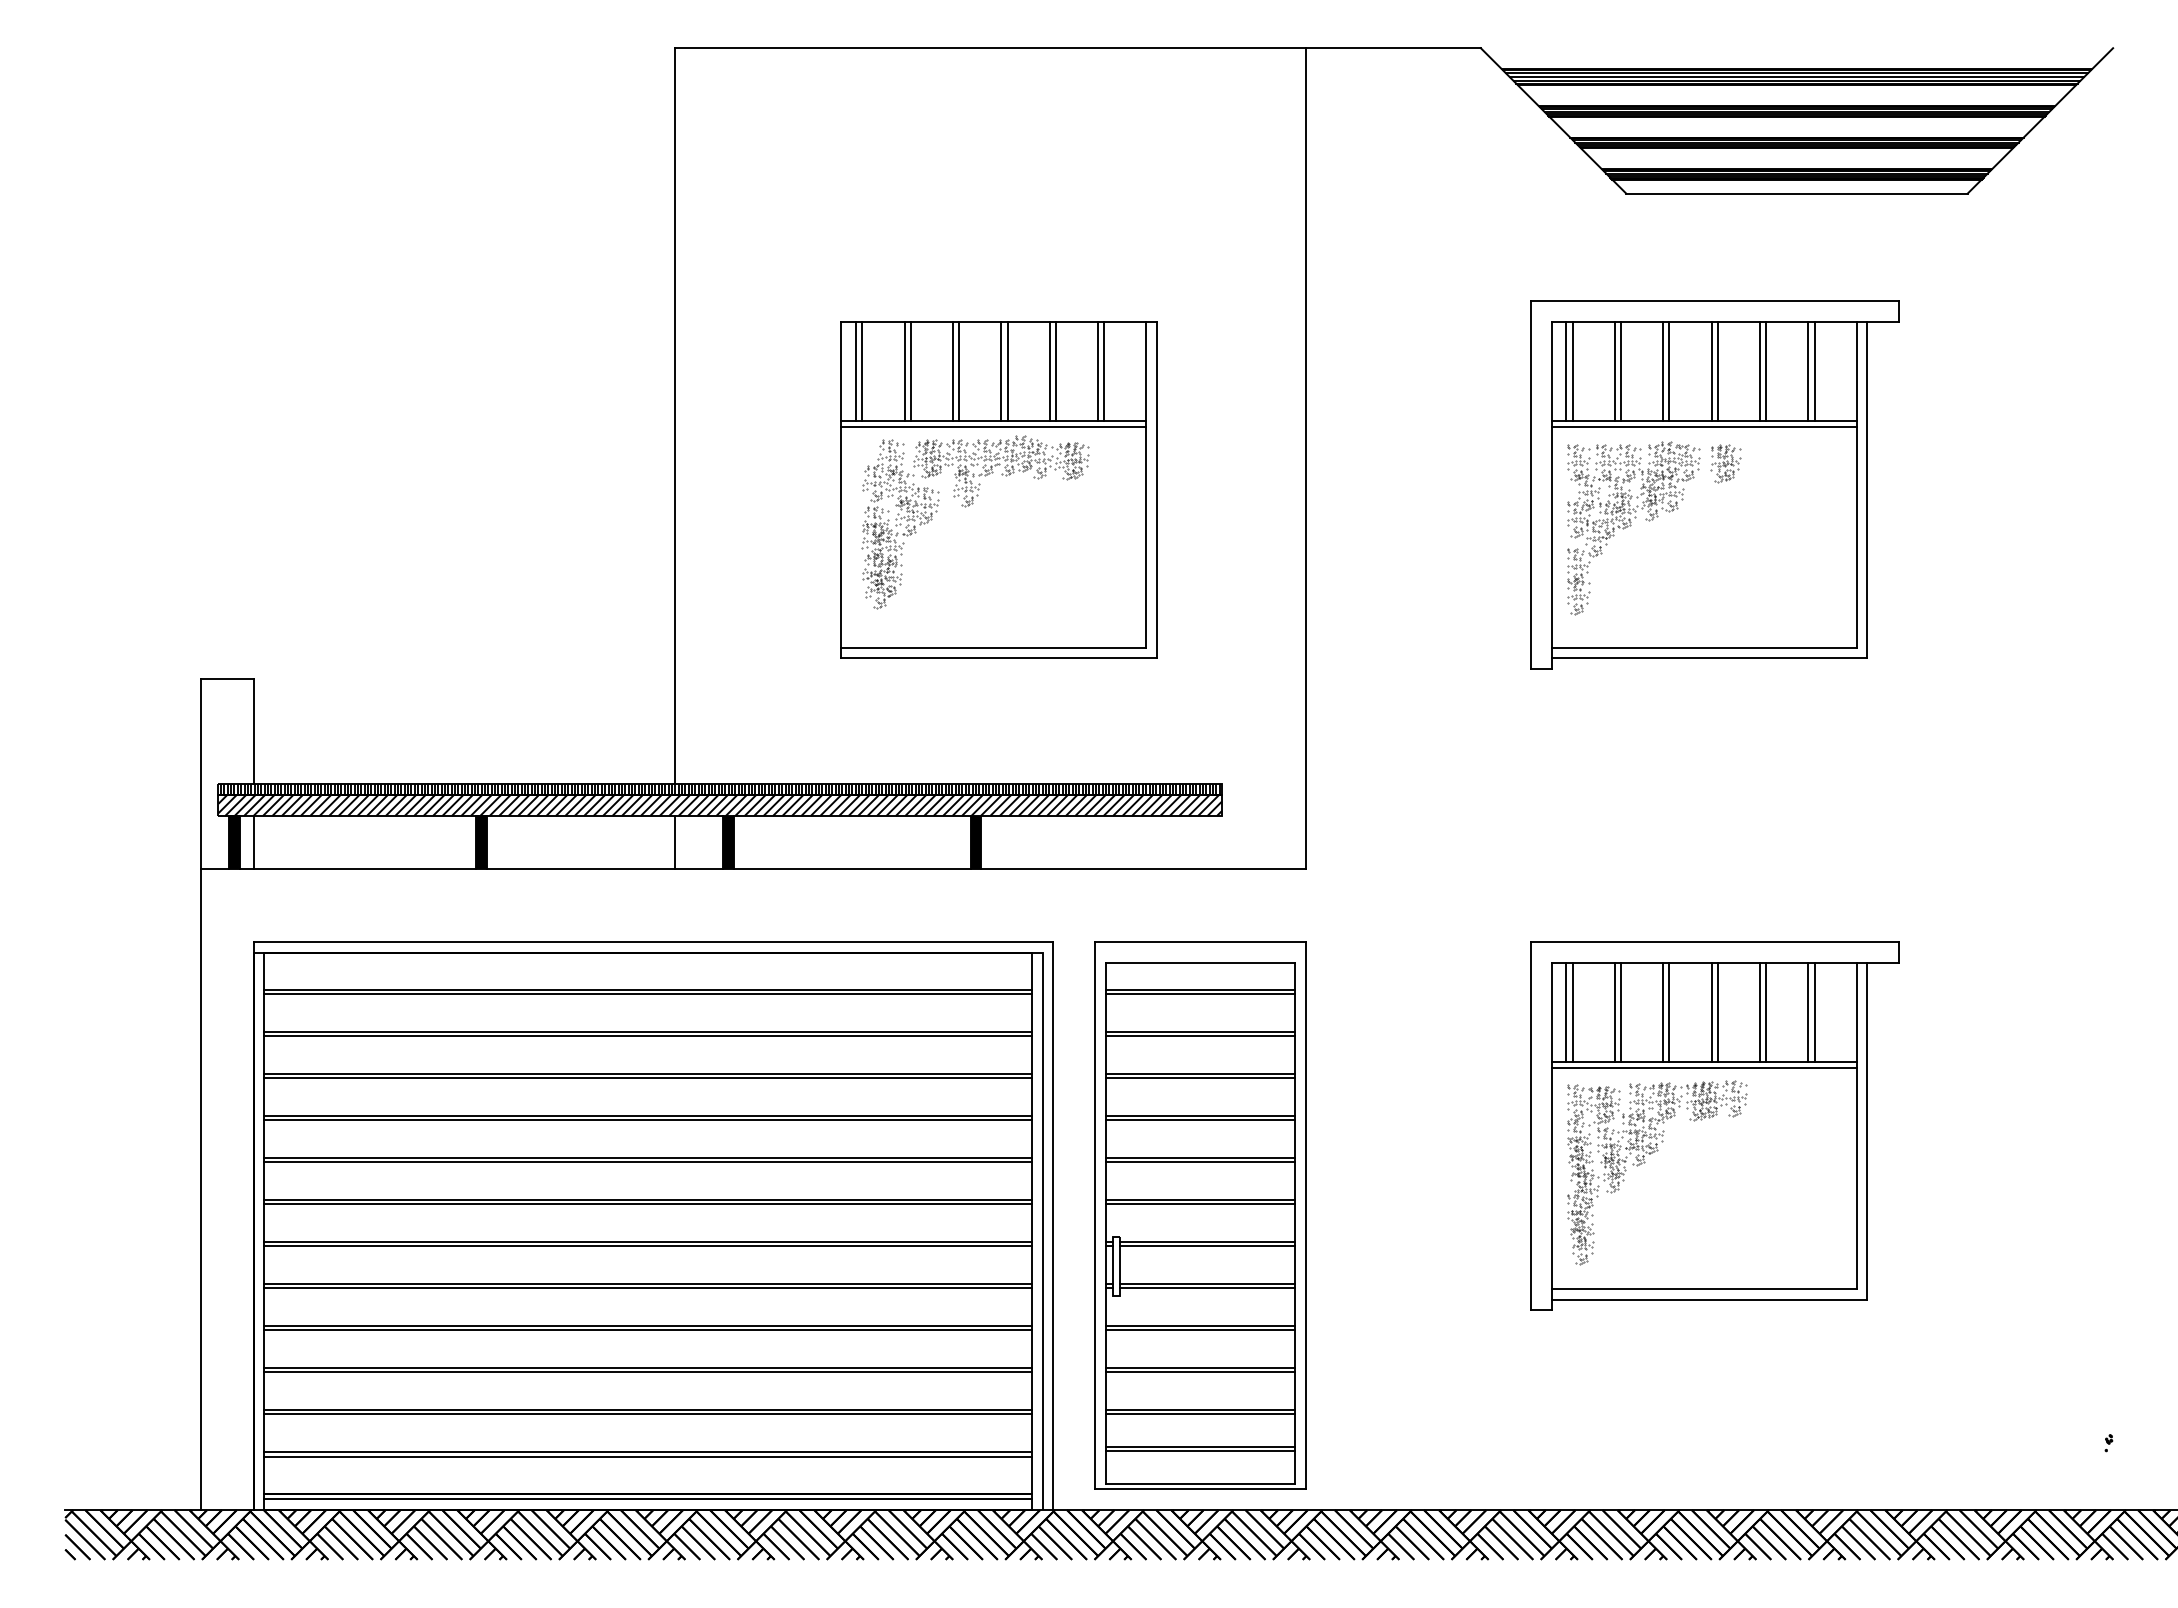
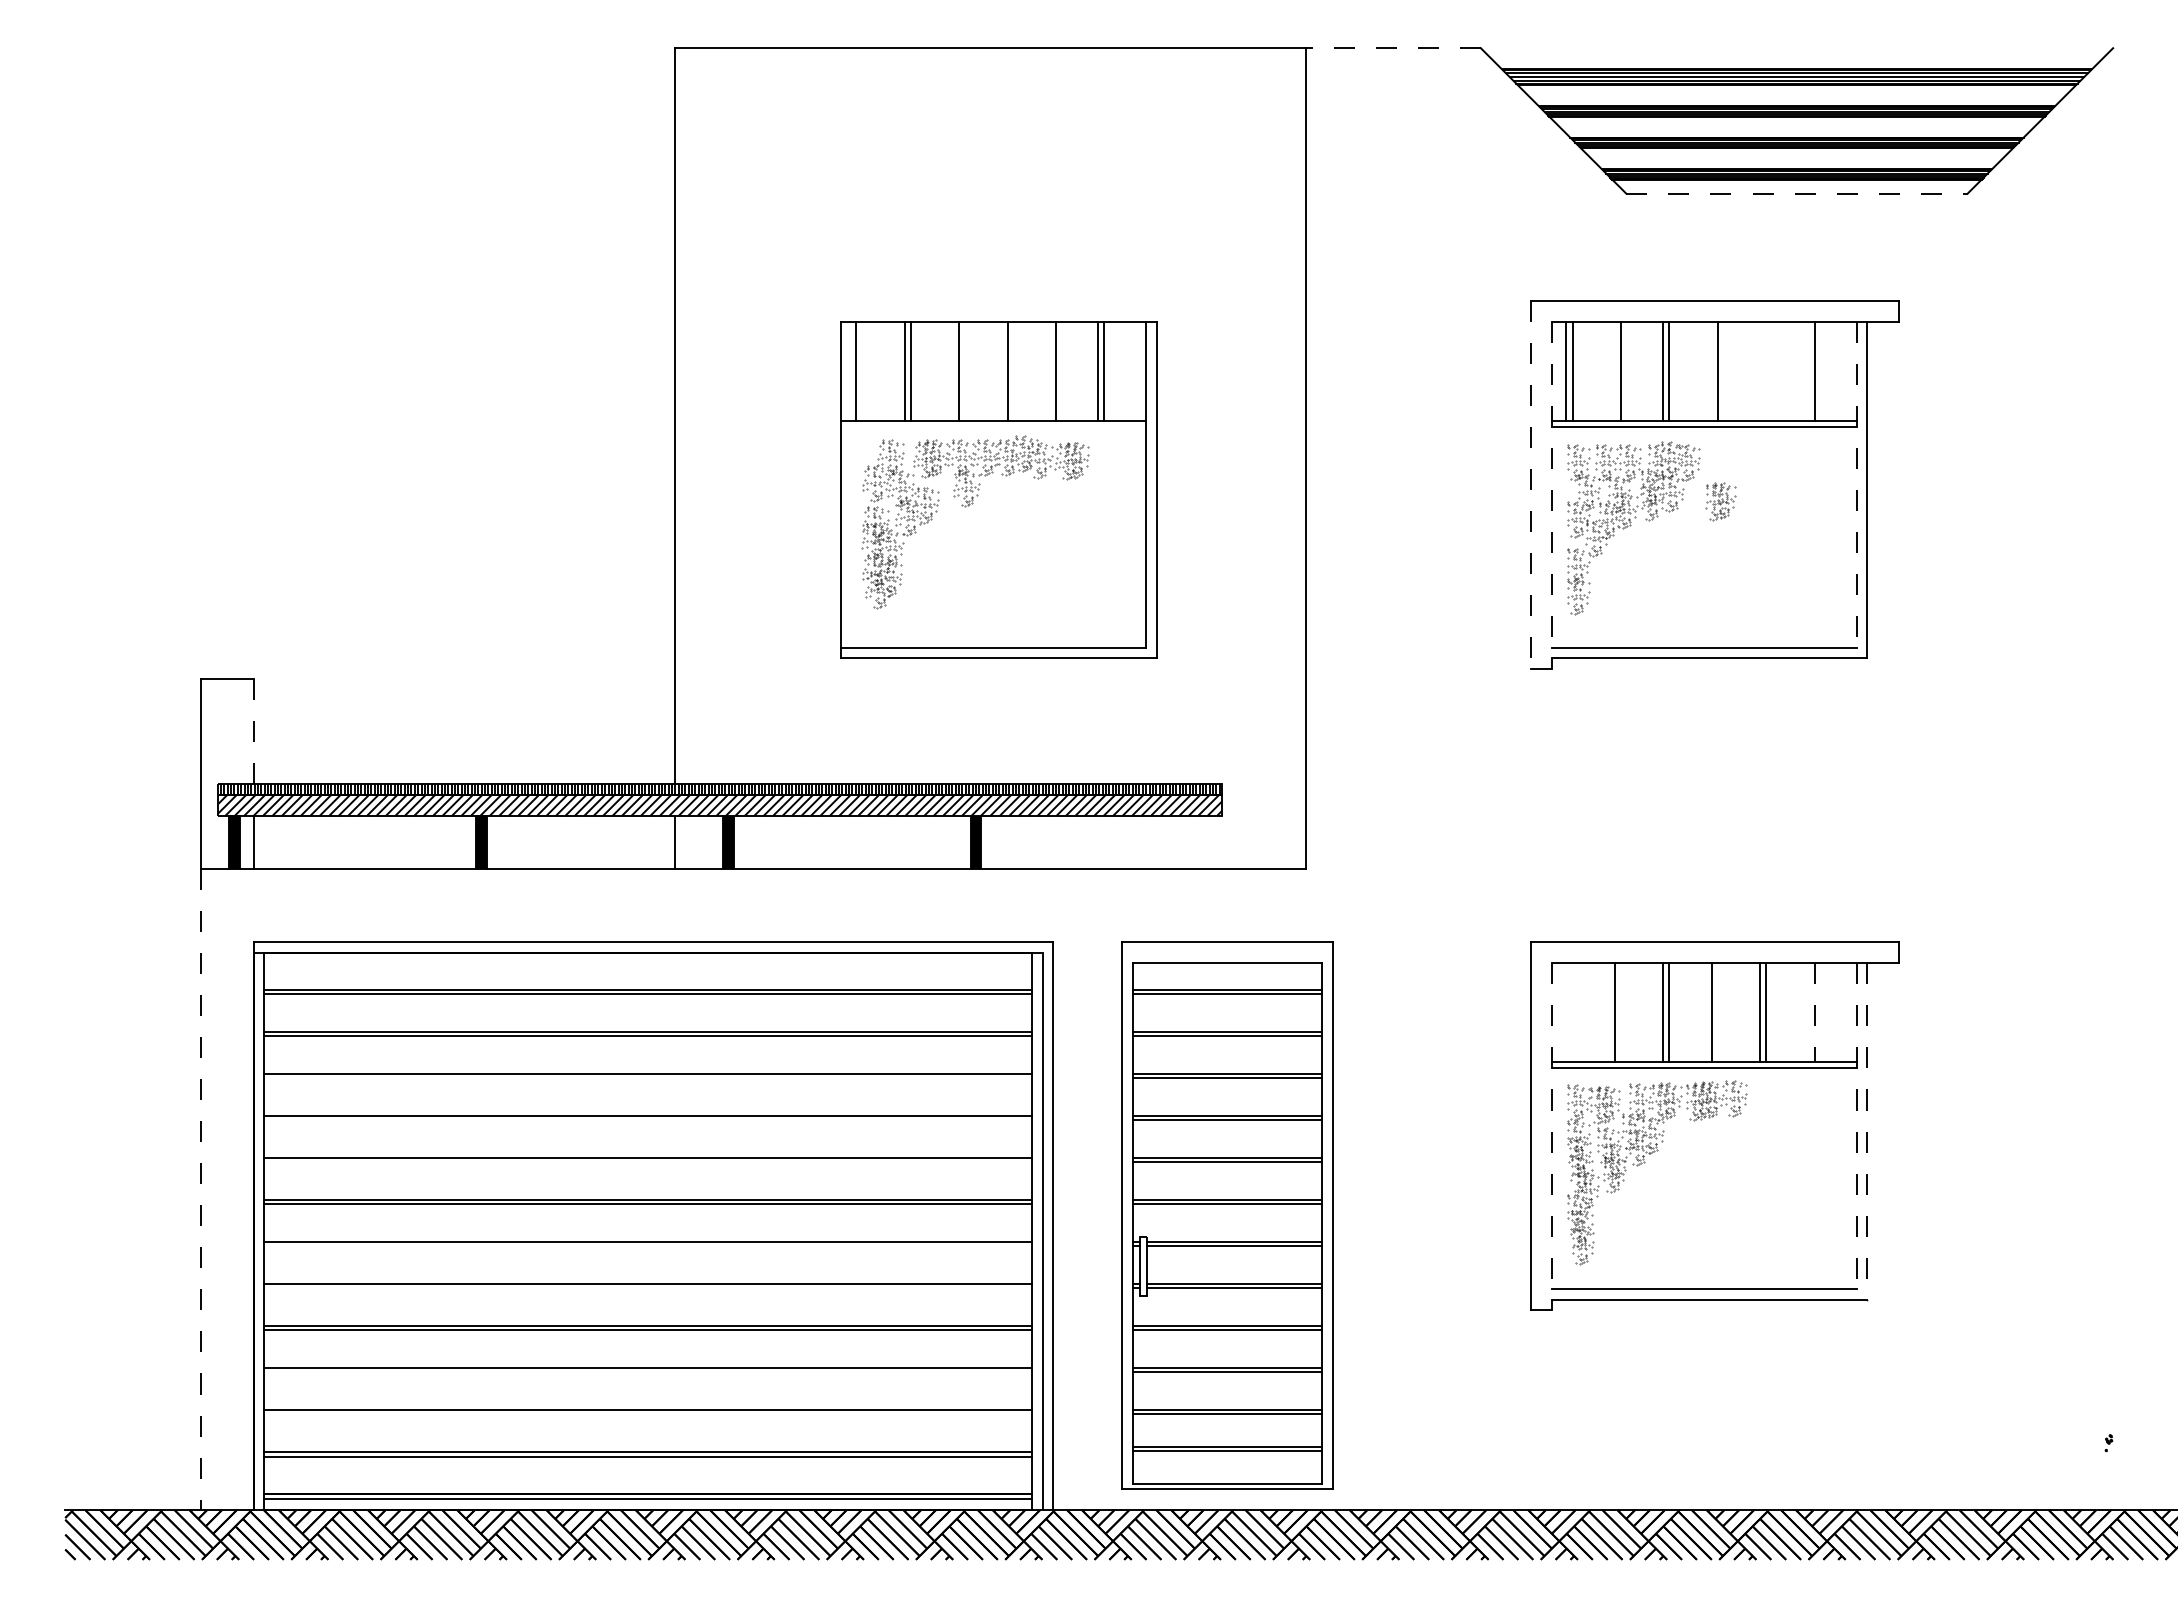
line at (1393, 48): solid -> dashed
line at (1796, 193): solid -> dashed
line at (862, 370): present -> none
line at (952, 370): present -> none
line at (1001, 370): present -> none
line at (1049, 370): present -> none
line at (1614, 370): present -> none
line at (1711, 370): present -> none
line at (1759, 370): present -> none
line at (1766, 370): present -> none
line at (1808, 370): present -> none
line at (993, 426): present -> none
part at (1725, 463) position: (1725, 463) -> (1720, 501)
line at (1530, 485): solid -> dashed
line at (1856, 485): solid -> dashed
line at (1551, 495): solid -> dashed
line at (253, 731): solid -> dashed
line at (1566, 1012): present -> none
line at (1572, 1012): present -> none
line at (1621, 1012): present -> none
line at (1717, 1012): present -> none
line at (1808, 1012): present -> none
line at (1814, 1013): solid -> dashed
line at (648, 1077): present -> none
line at (648, 1119): present -> none
line at (1856, 1126): solid -> dashed
line at (1867, 1132): solid -> dashed
line at (1551, 1136): solid -> dashed
line at (648, 1162): present -> none
line at (201, 1189): solid -> dashed
part at (1200, 1215) position: (1200, 1215) -> (1227, 1215)
line at (648, 1246): present -> none
line at (648, 1288): present -> none
line at (648, 1372): present -> none
line at (648, 1414): present -> none
